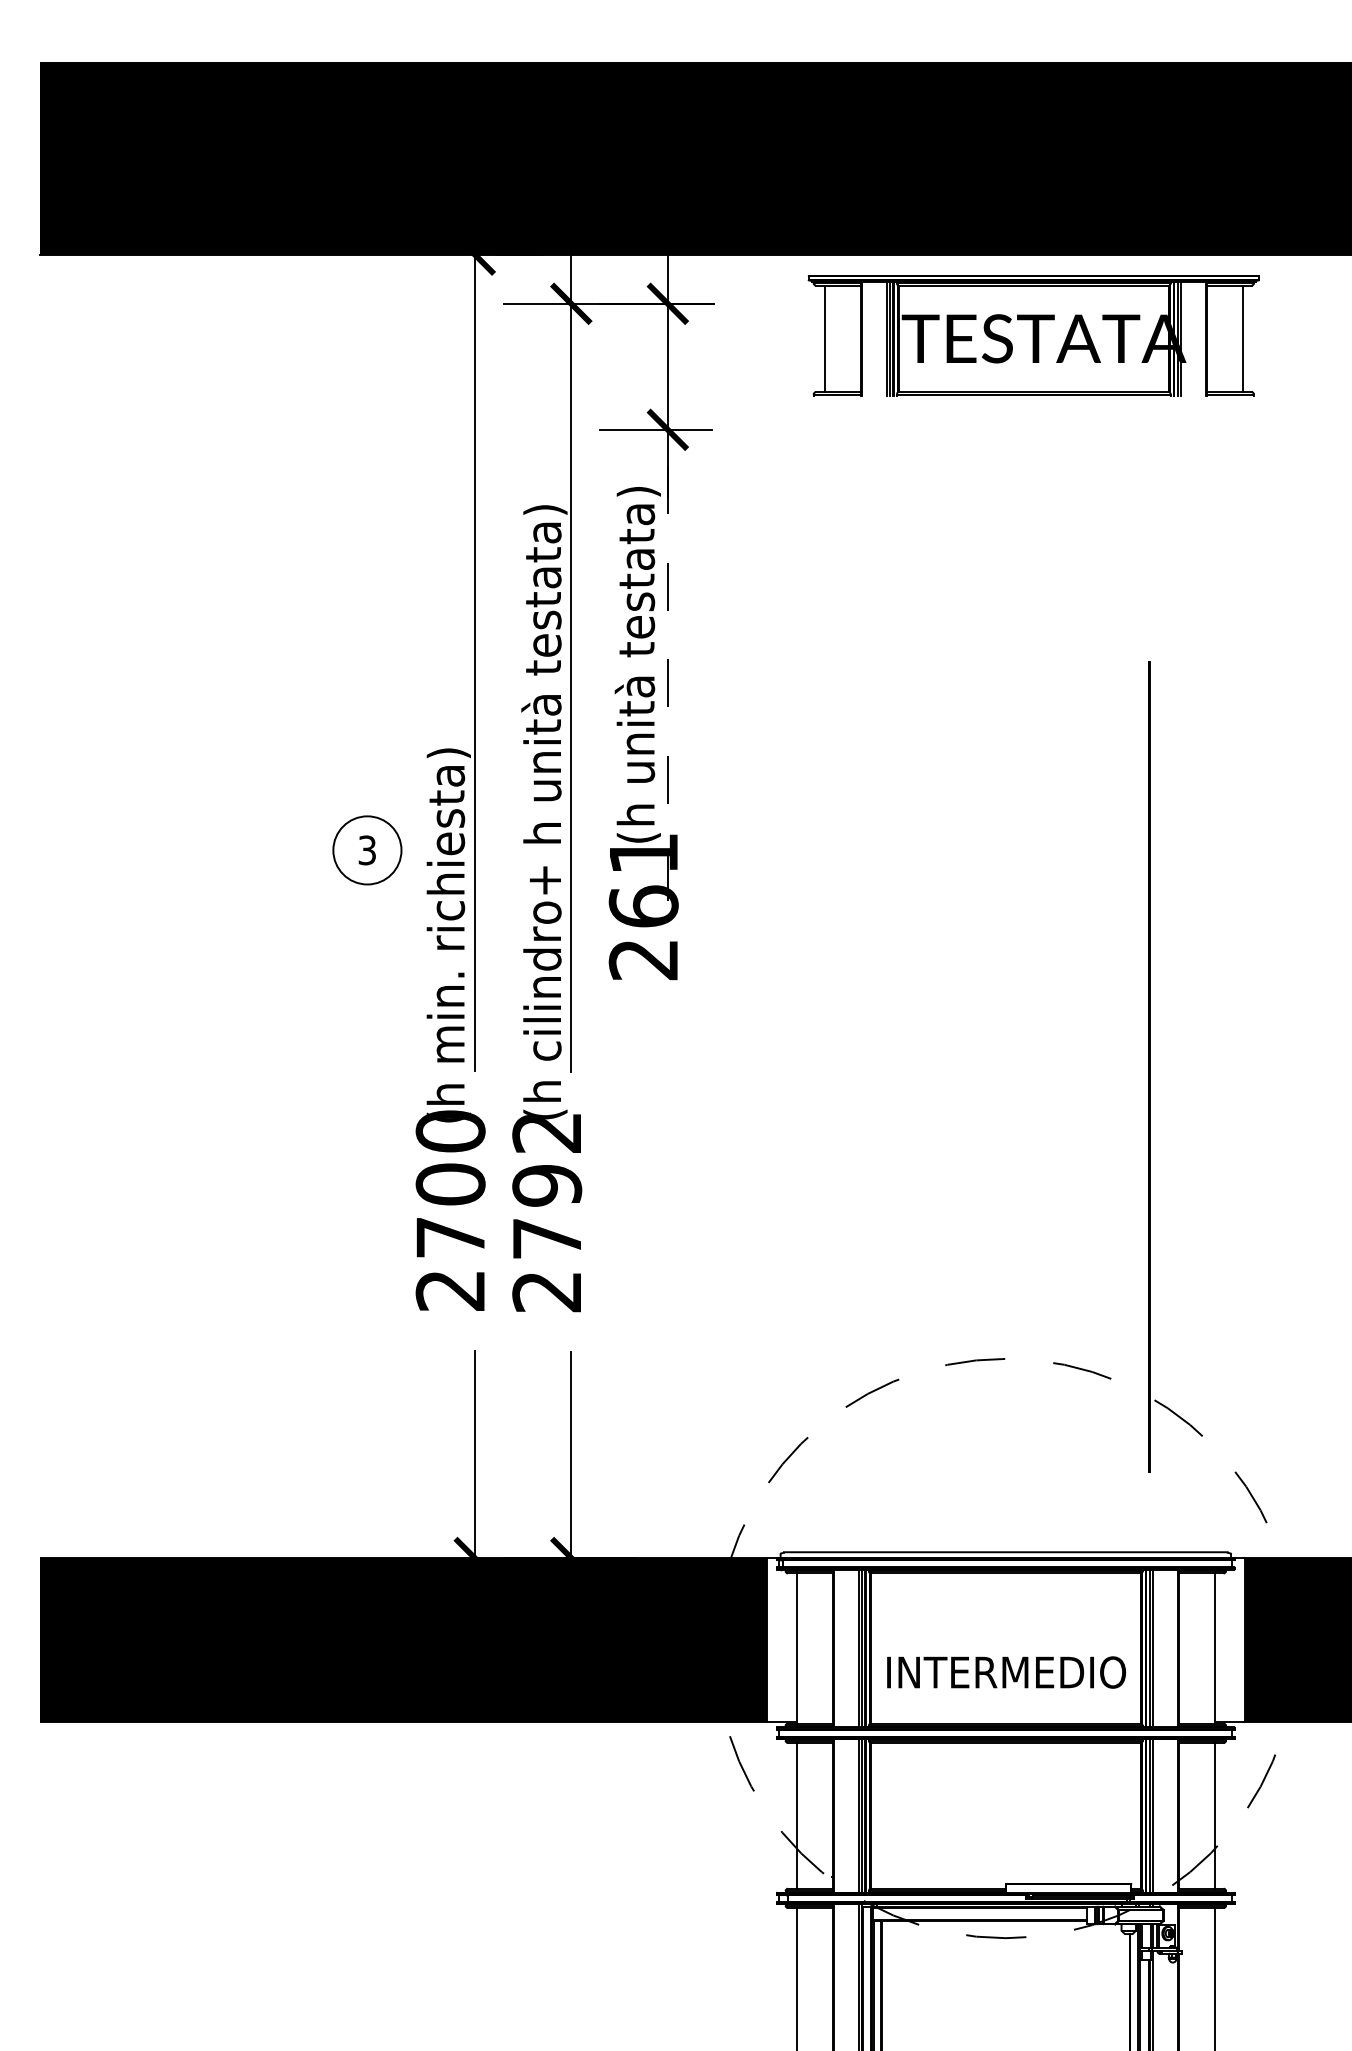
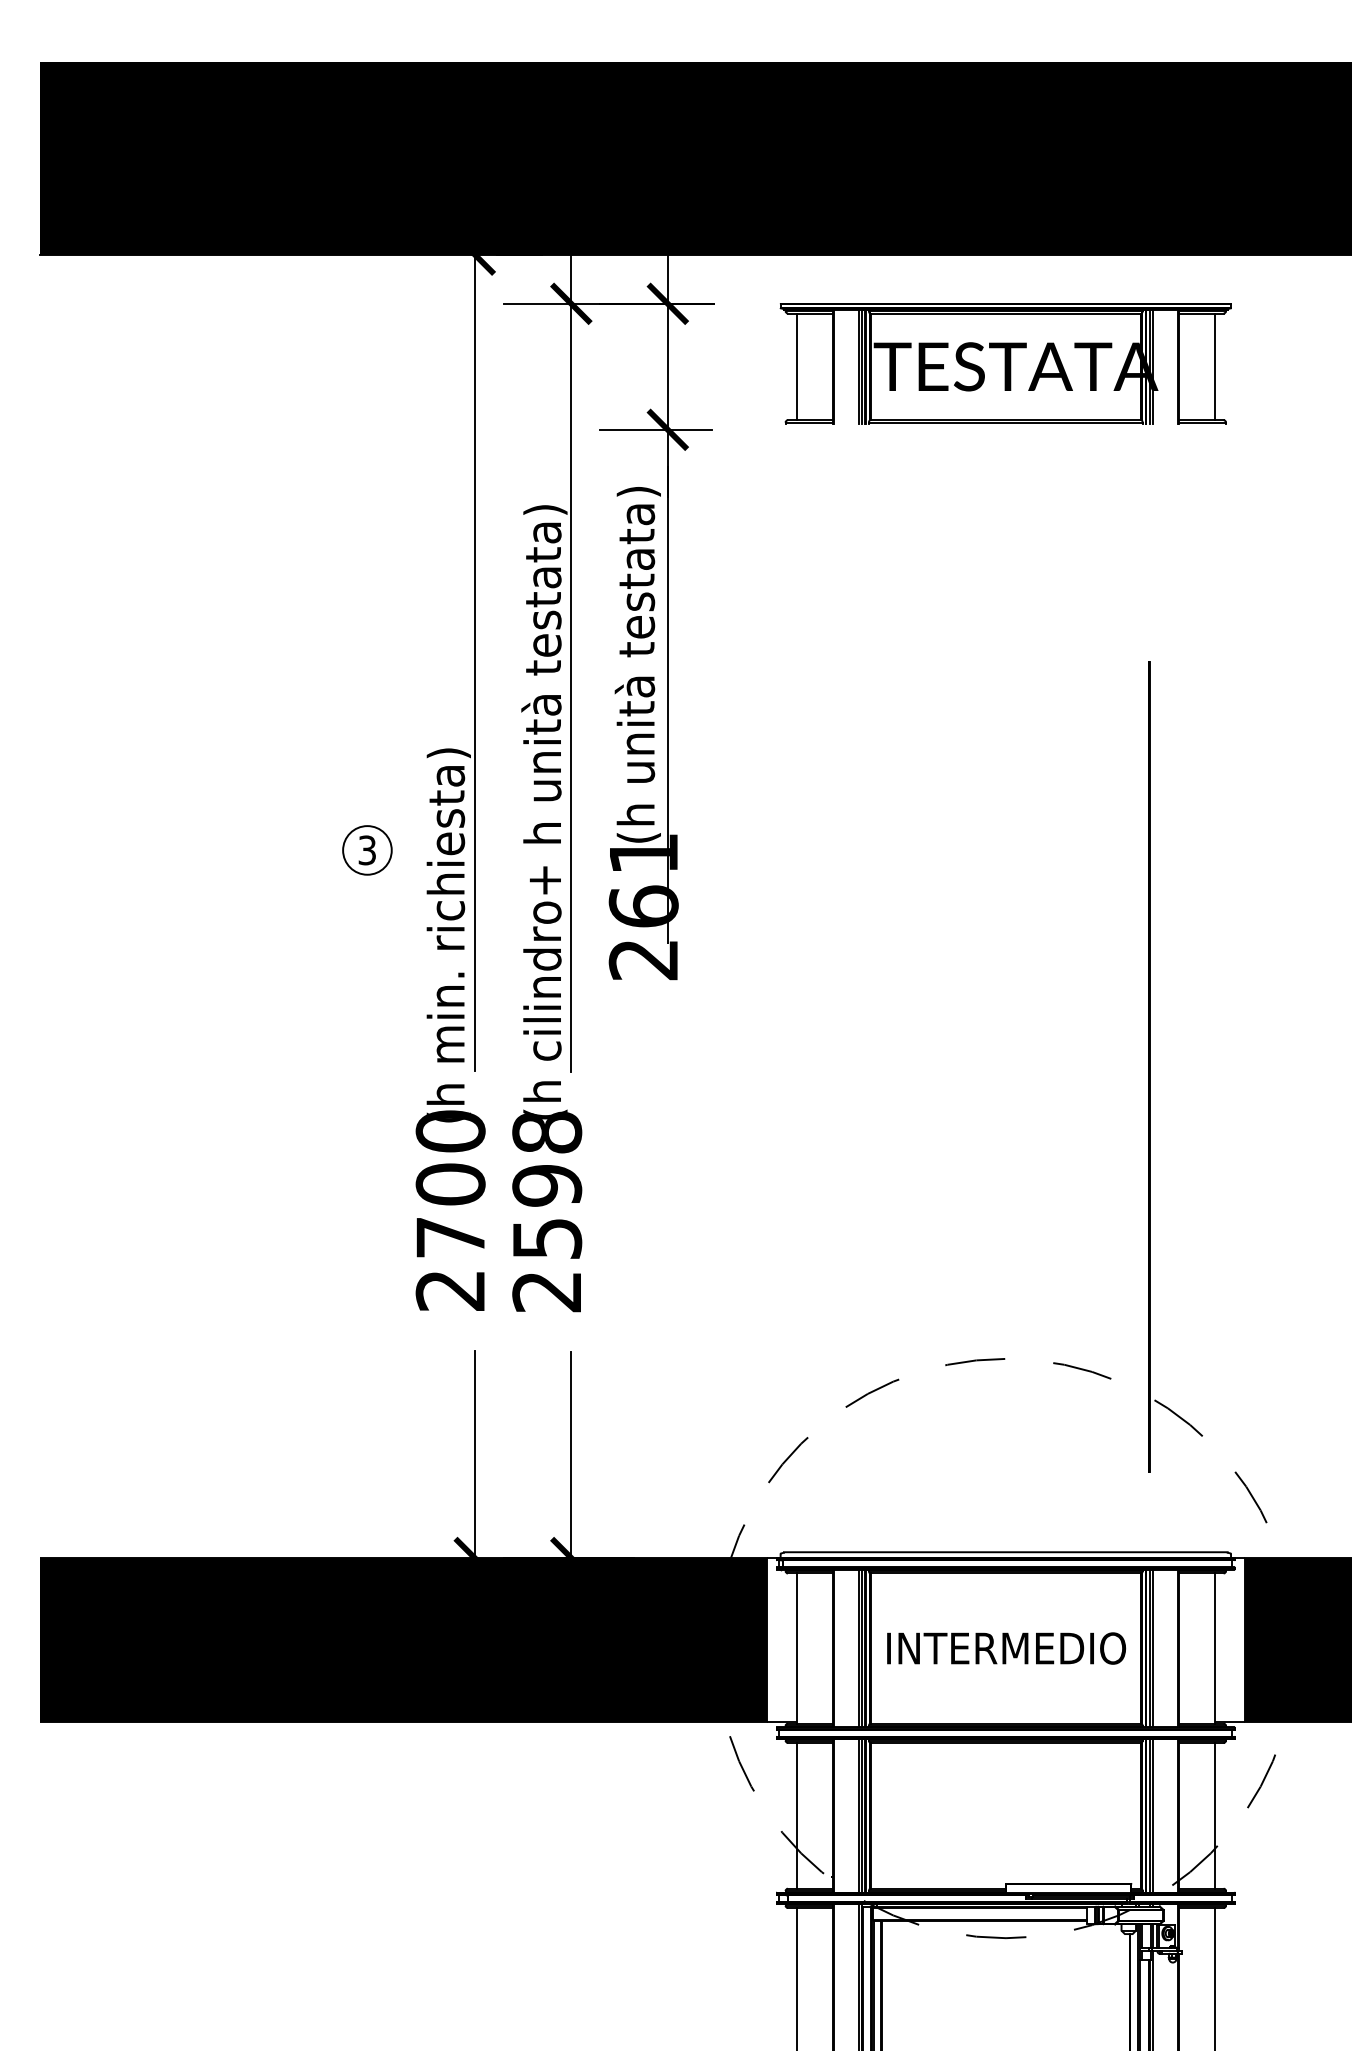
part at (1033, 335) position: (1033, 335) -> (1005, 363)
line at (667, 705): dashed -> solid
circle at (367, 850) diameter: 68 px -> 49 px
text at (547, 1184): 2792 -> 2598
text at (1006, 1672) position: (1006, 1672) -> (1006, 1648)
